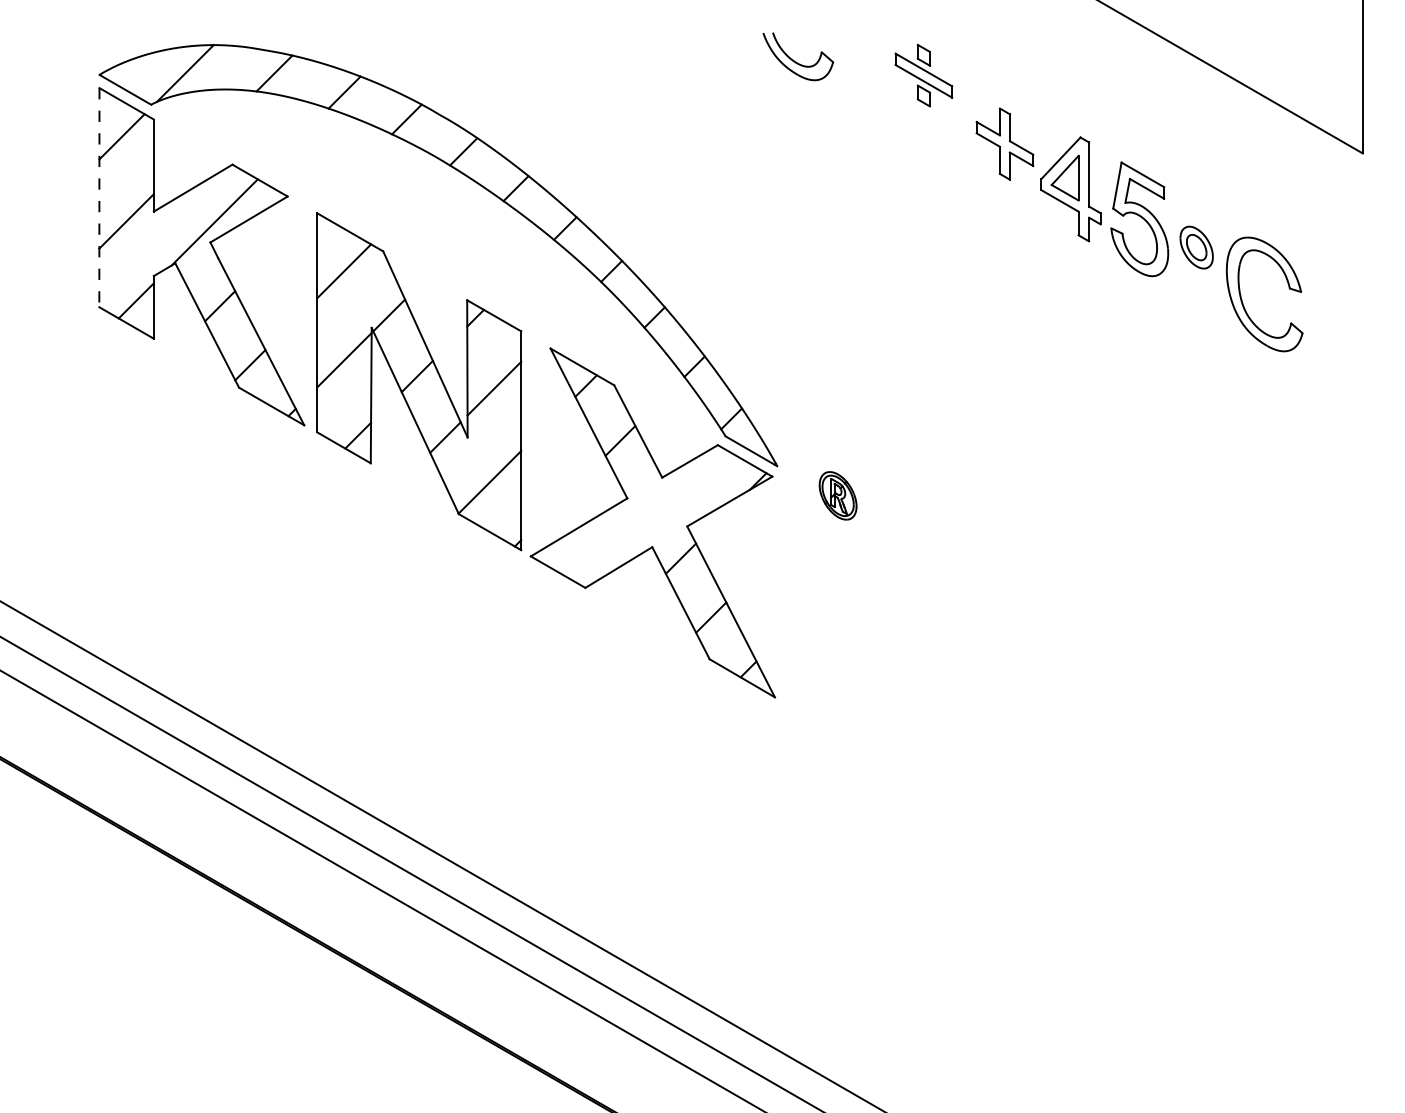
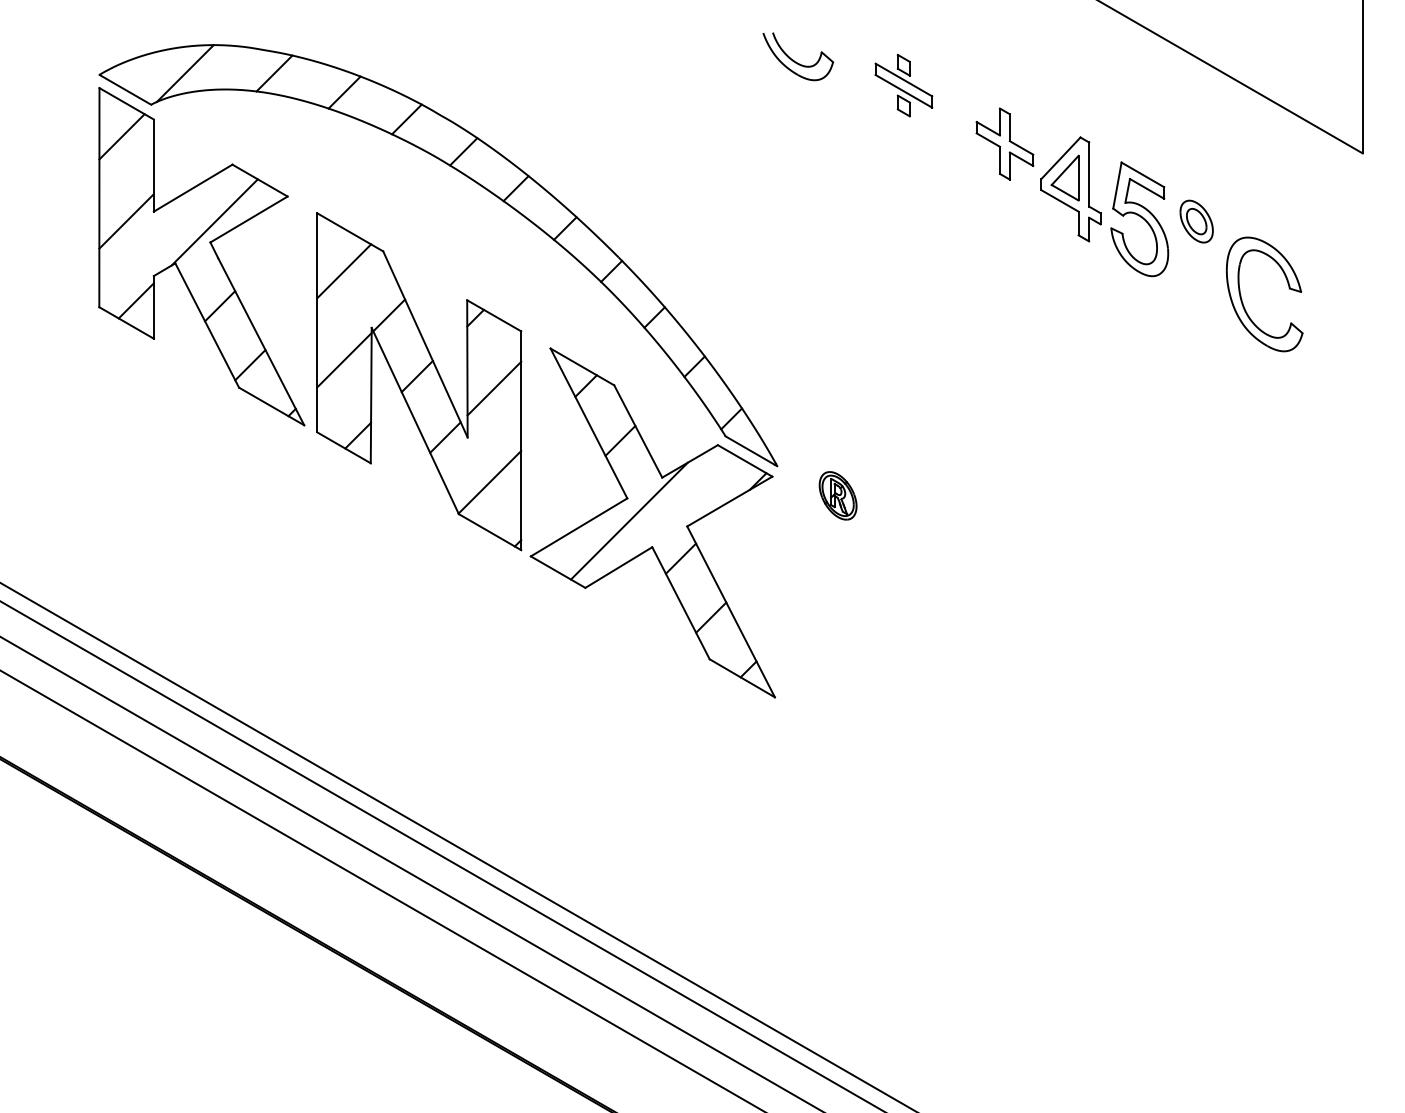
part at (923, 75) position: (923, 75) -> (903, 85)
line at (99, 197): dashed -> solid
part at (1196, 247) position: (1196, 247) -> (1196, 221)
line at (628, 520): none -> present
line at (457, 846): none -> present
